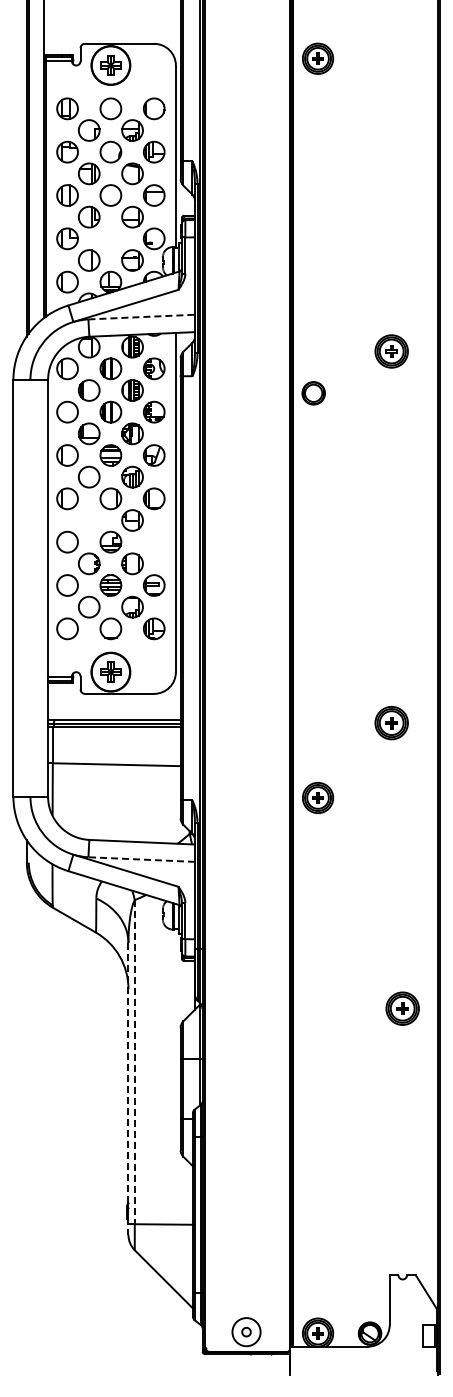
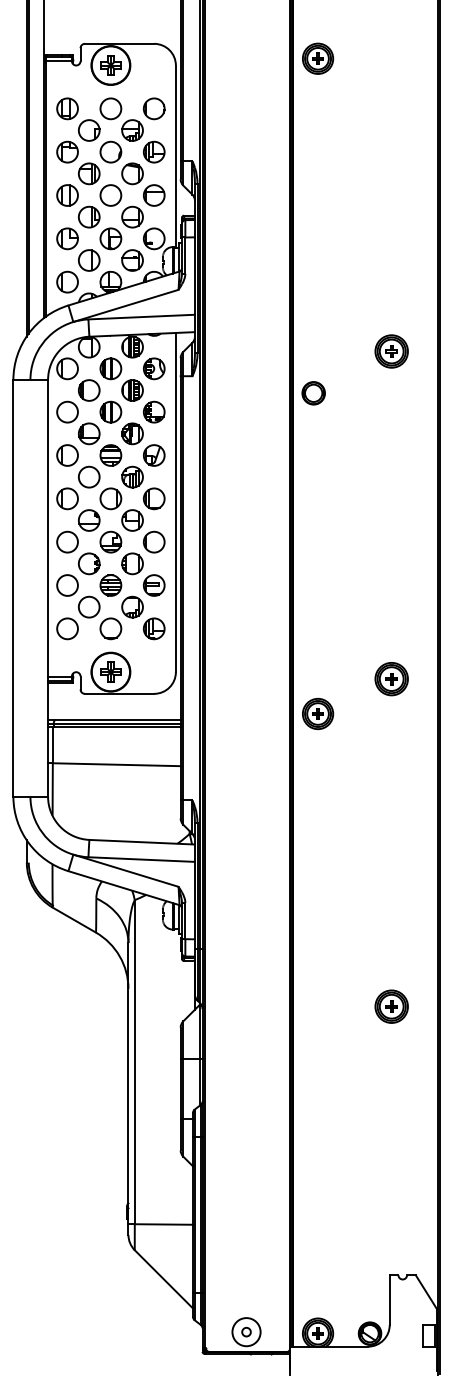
part at (110, 238): none -> present
line at (142, 317): dashed -> solid
part at (89, 520): none -> present
part at (154, 541): none -> present
part at (391, 723) position: (391, 723) -> (391, 679)
part at (318, 797) position: (318, 797) -> (318, 713)
line at (141, 859): dashed -> solid
part at (402, 1008) position: (402, 1008) -> (391, 1006)
line at (134, 1062): dashed -> solid
line at (128, 1089): dashed -> solid
